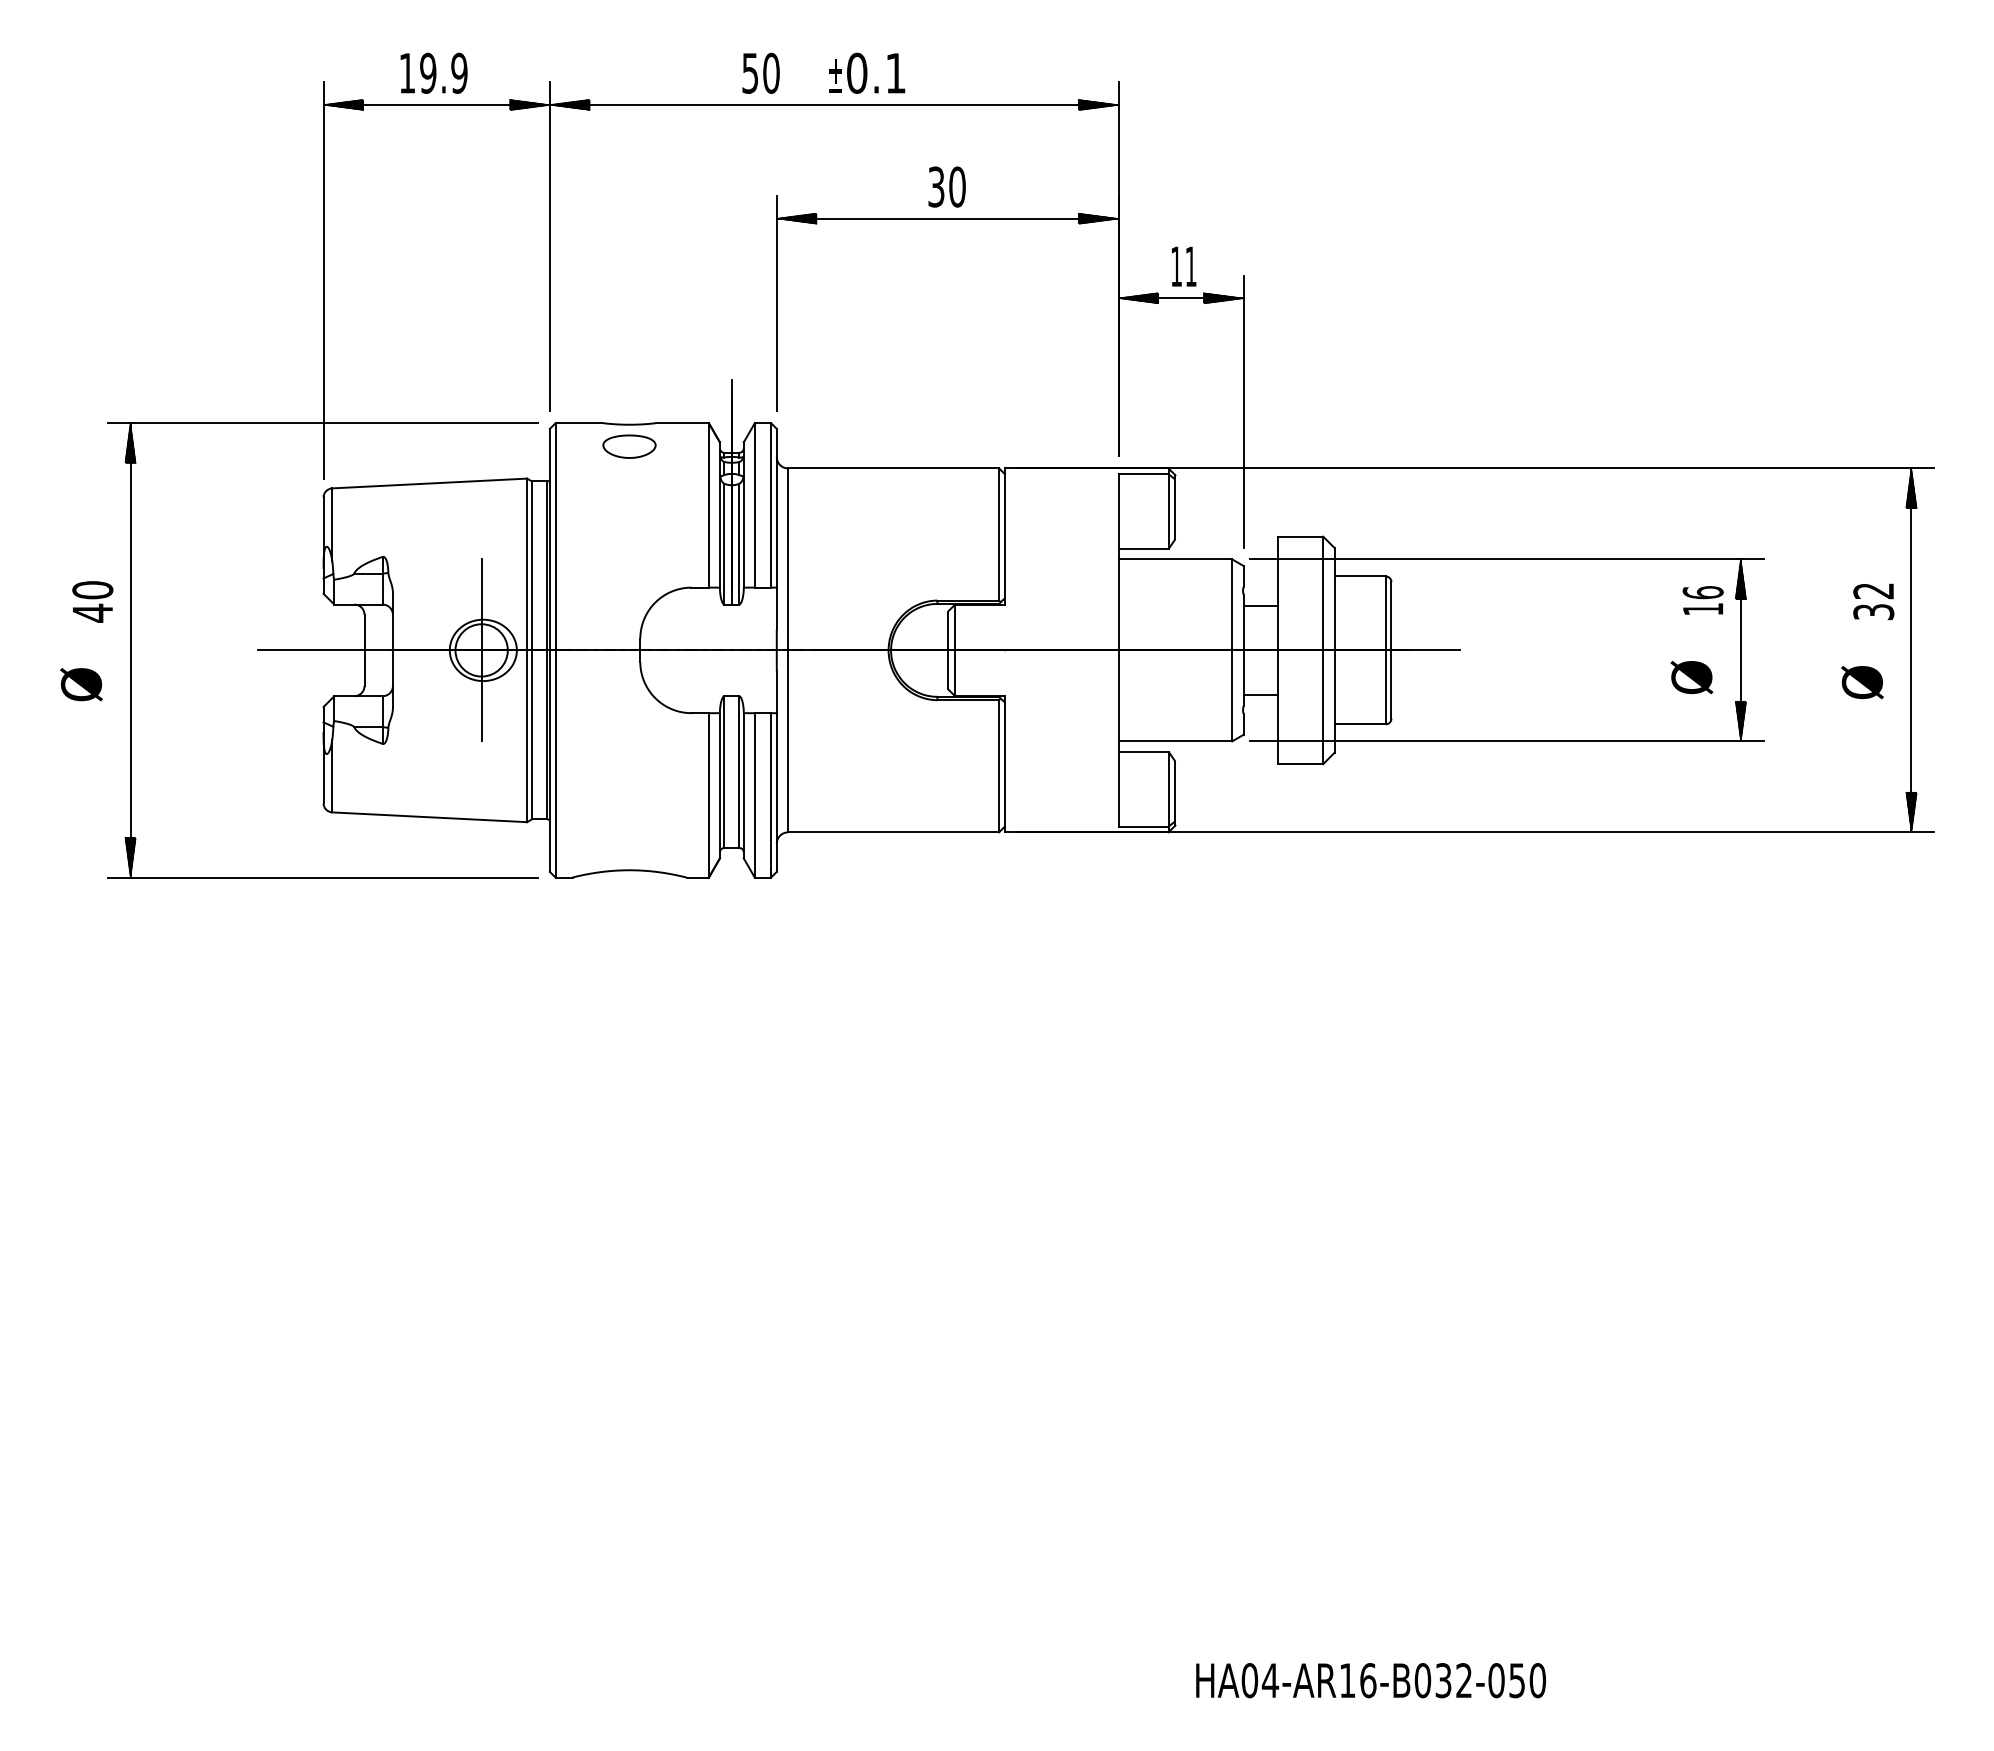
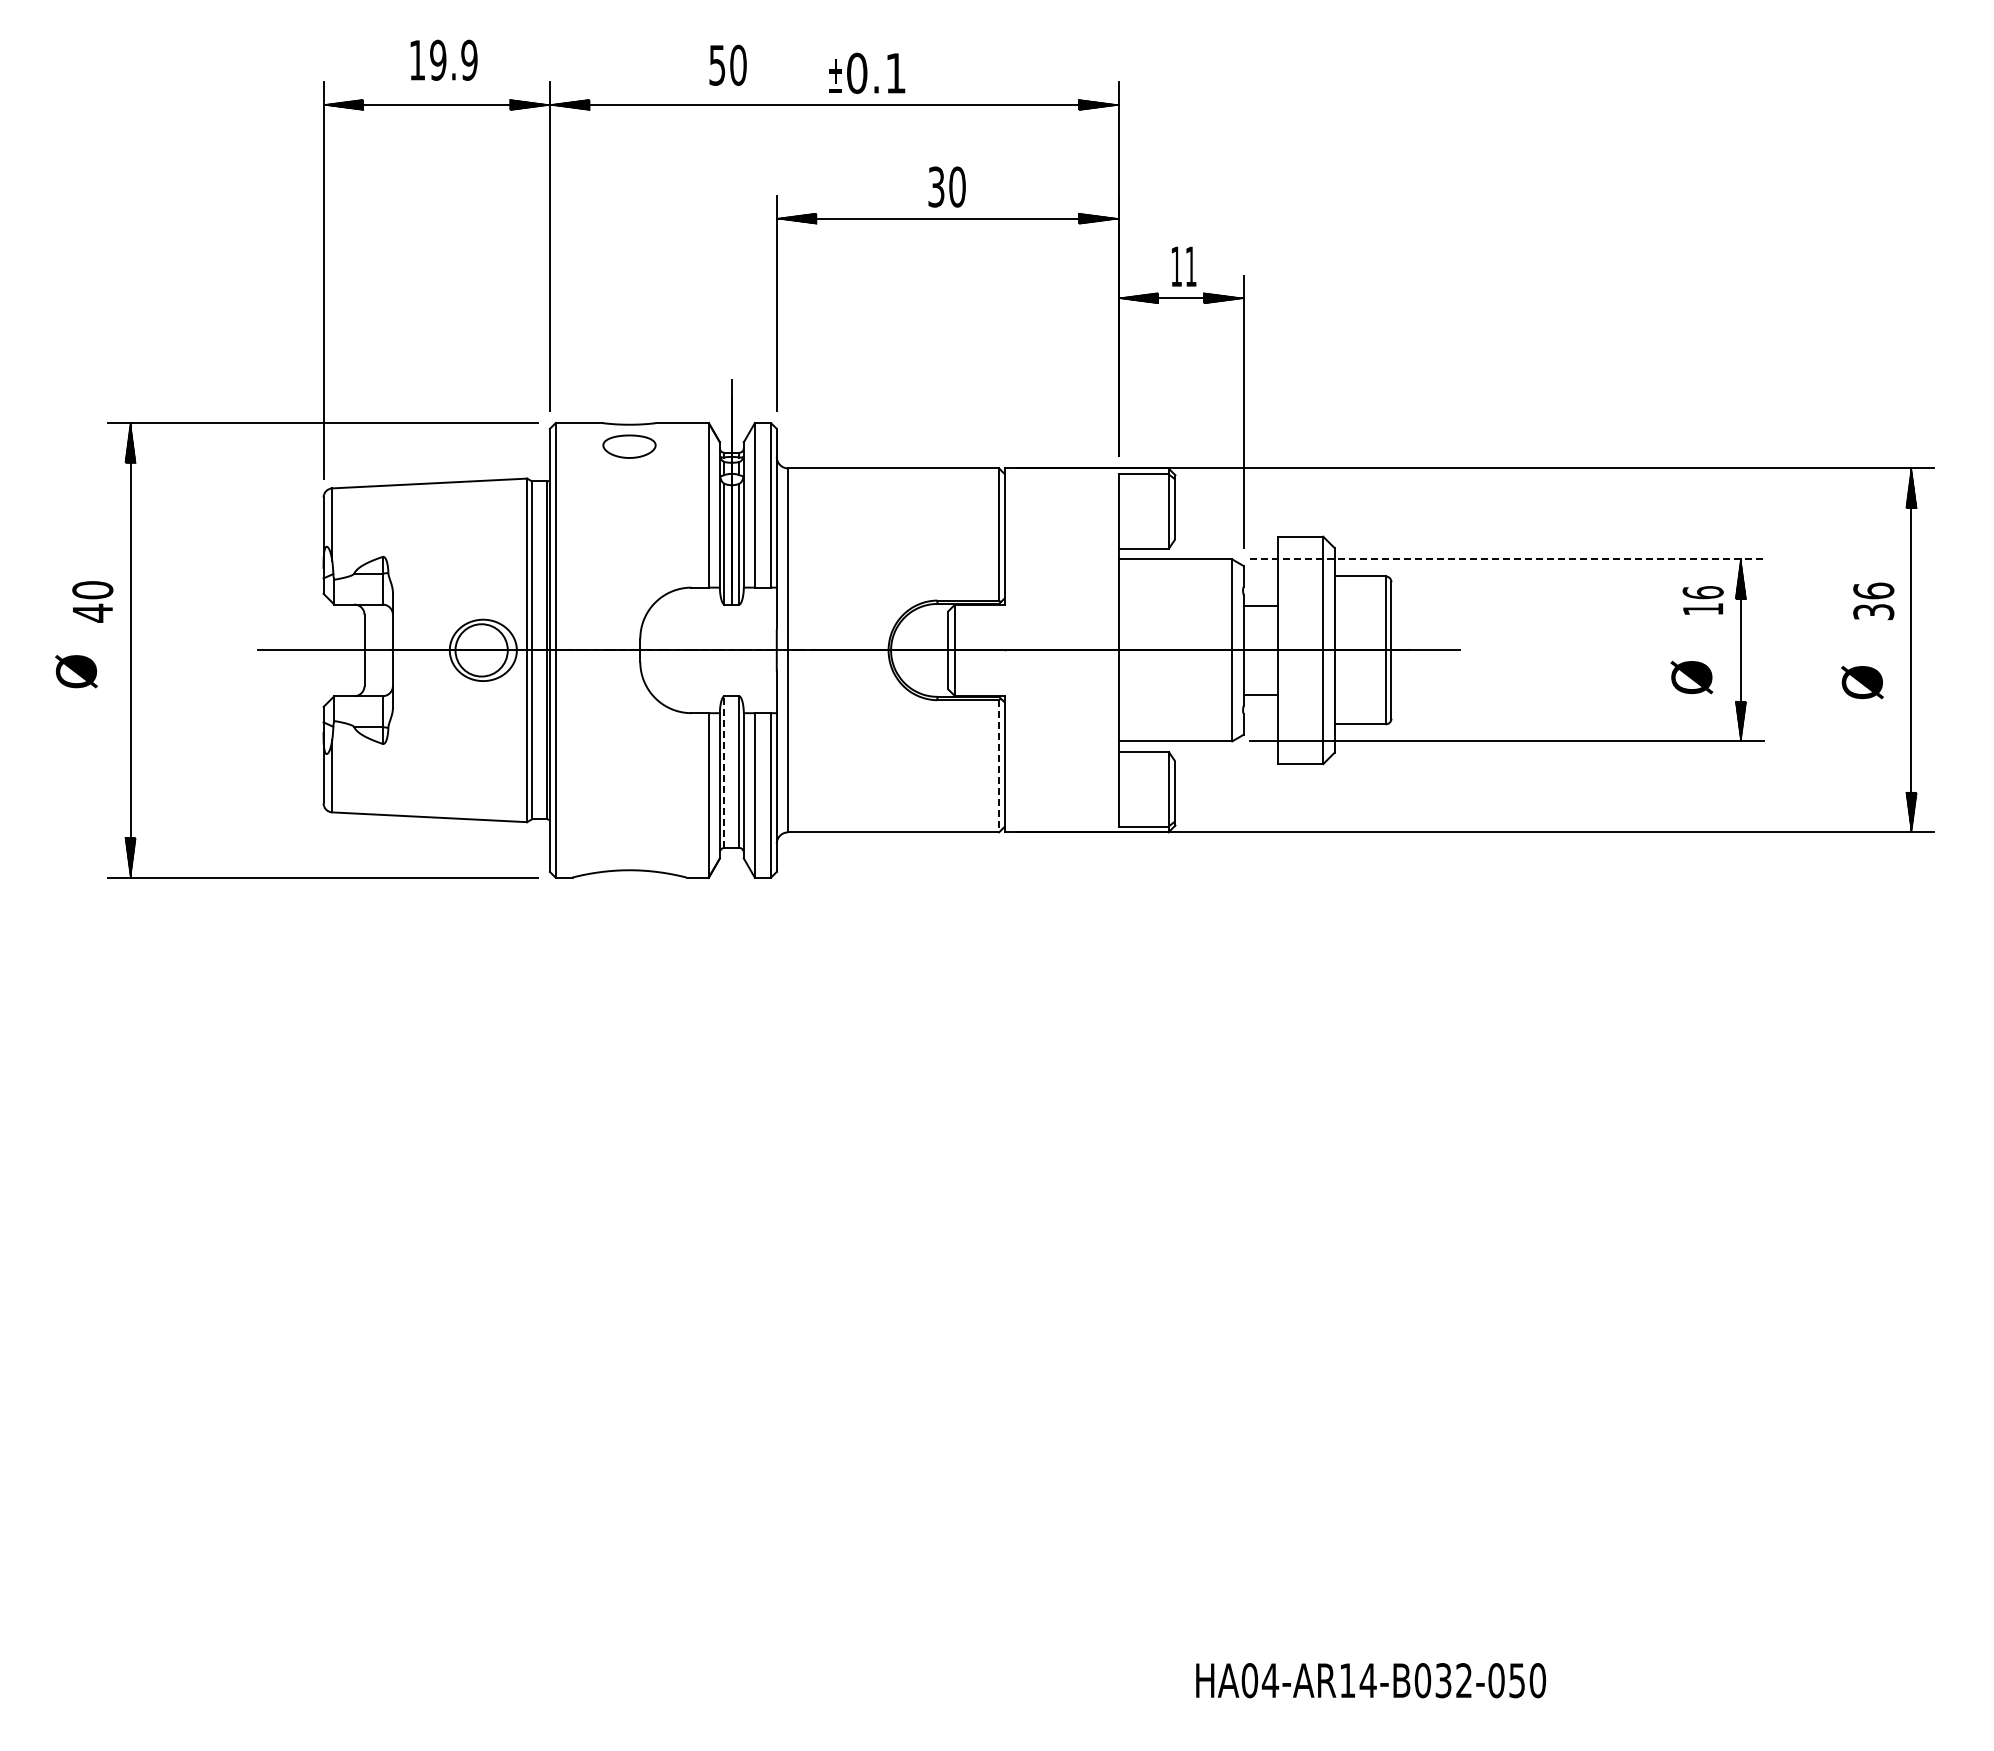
text at (433, 72) position: (433, 72) -> (443, 59)
text at (760, 72) position: (760, 72) -> (727, 64)
line at (1506, 559): solid -> dashed
text at (1873, 590): 32 -> 36
line at (481, 650): present -> none
text at (81, 684) position: (81, 684) -> (76, 671)
line at (999, 766): solid -> dashed
line at (724, 772): solid -> dashed
text at (1367, 1680): HA04-AR16-B032-050 -> HA04-AR14-B032-050
